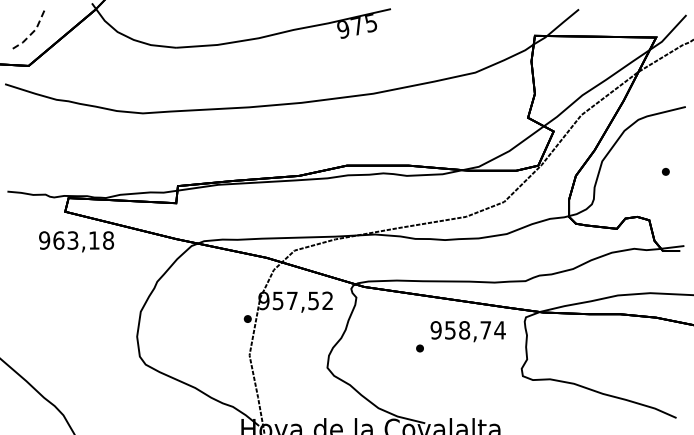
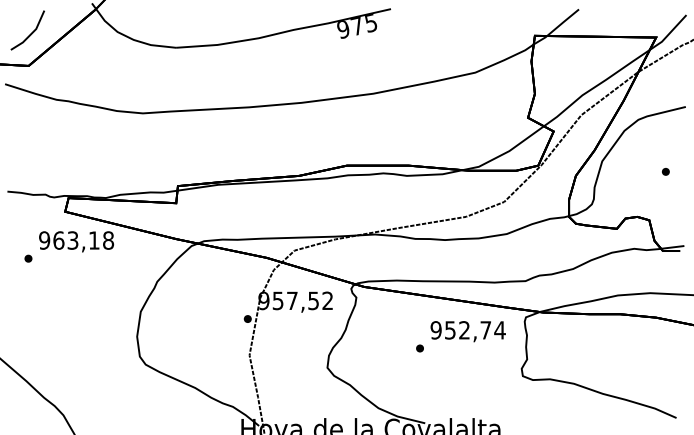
line at (31, 33): dashed -> solid
part at (28, 258): none -> present
text at (464, 330): 958,74 -> 952,74
